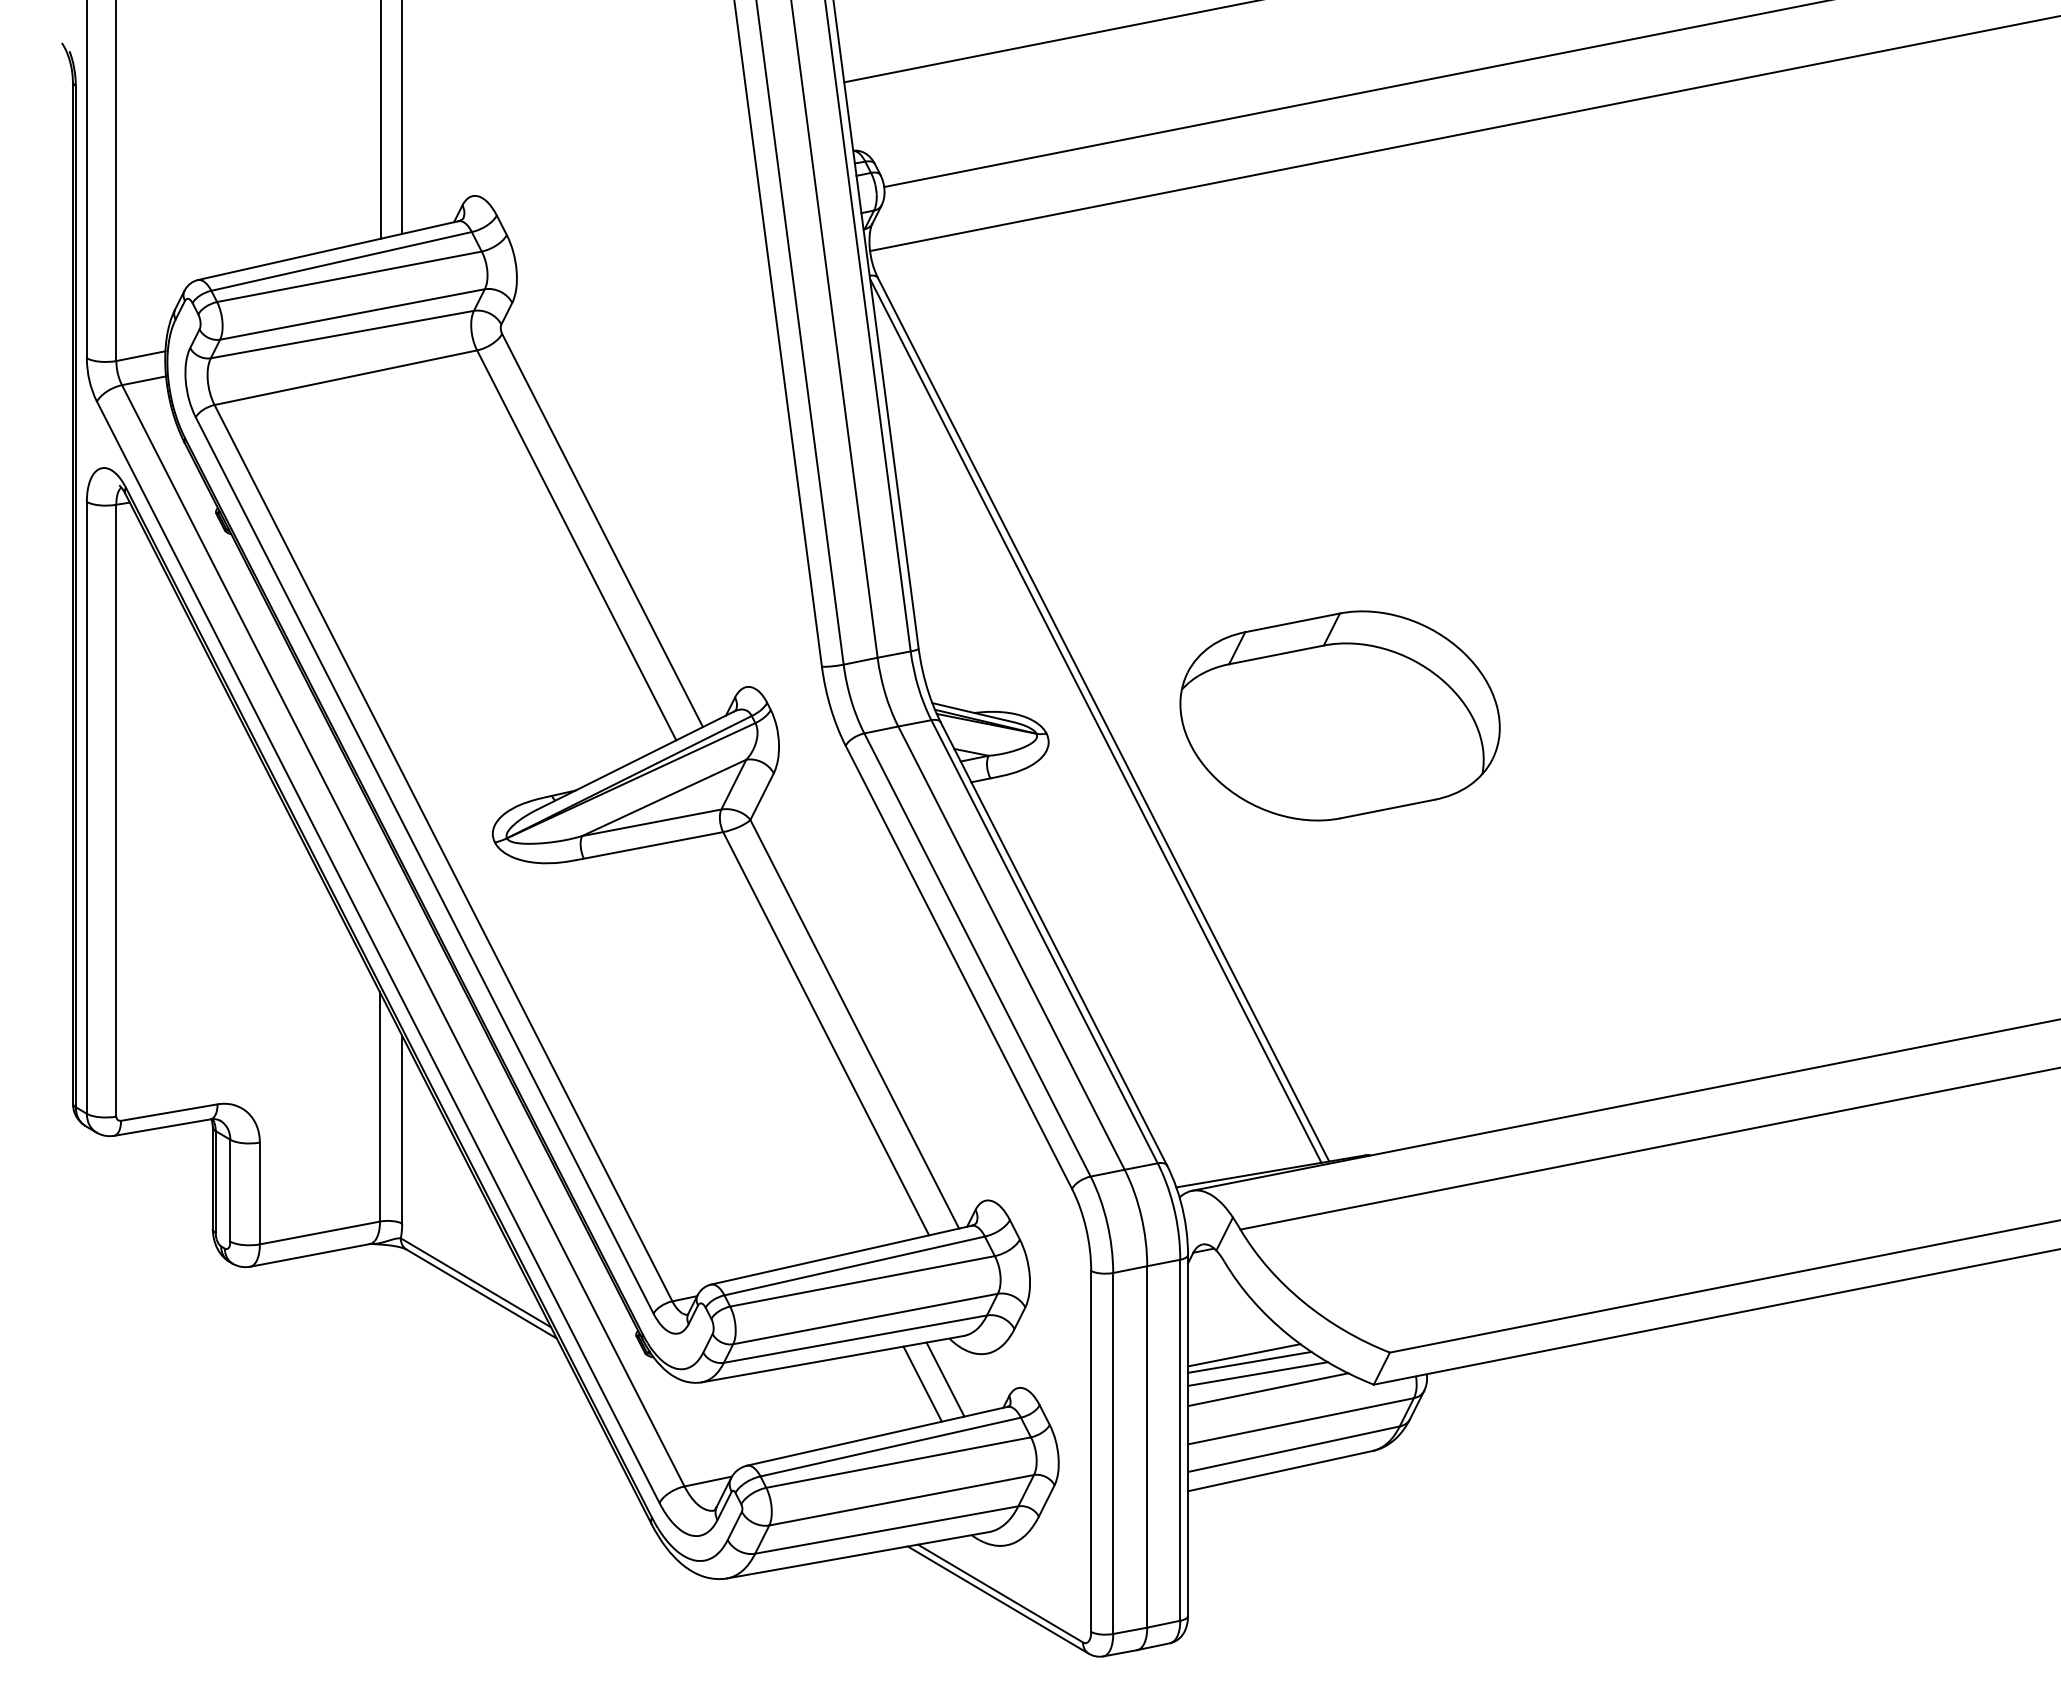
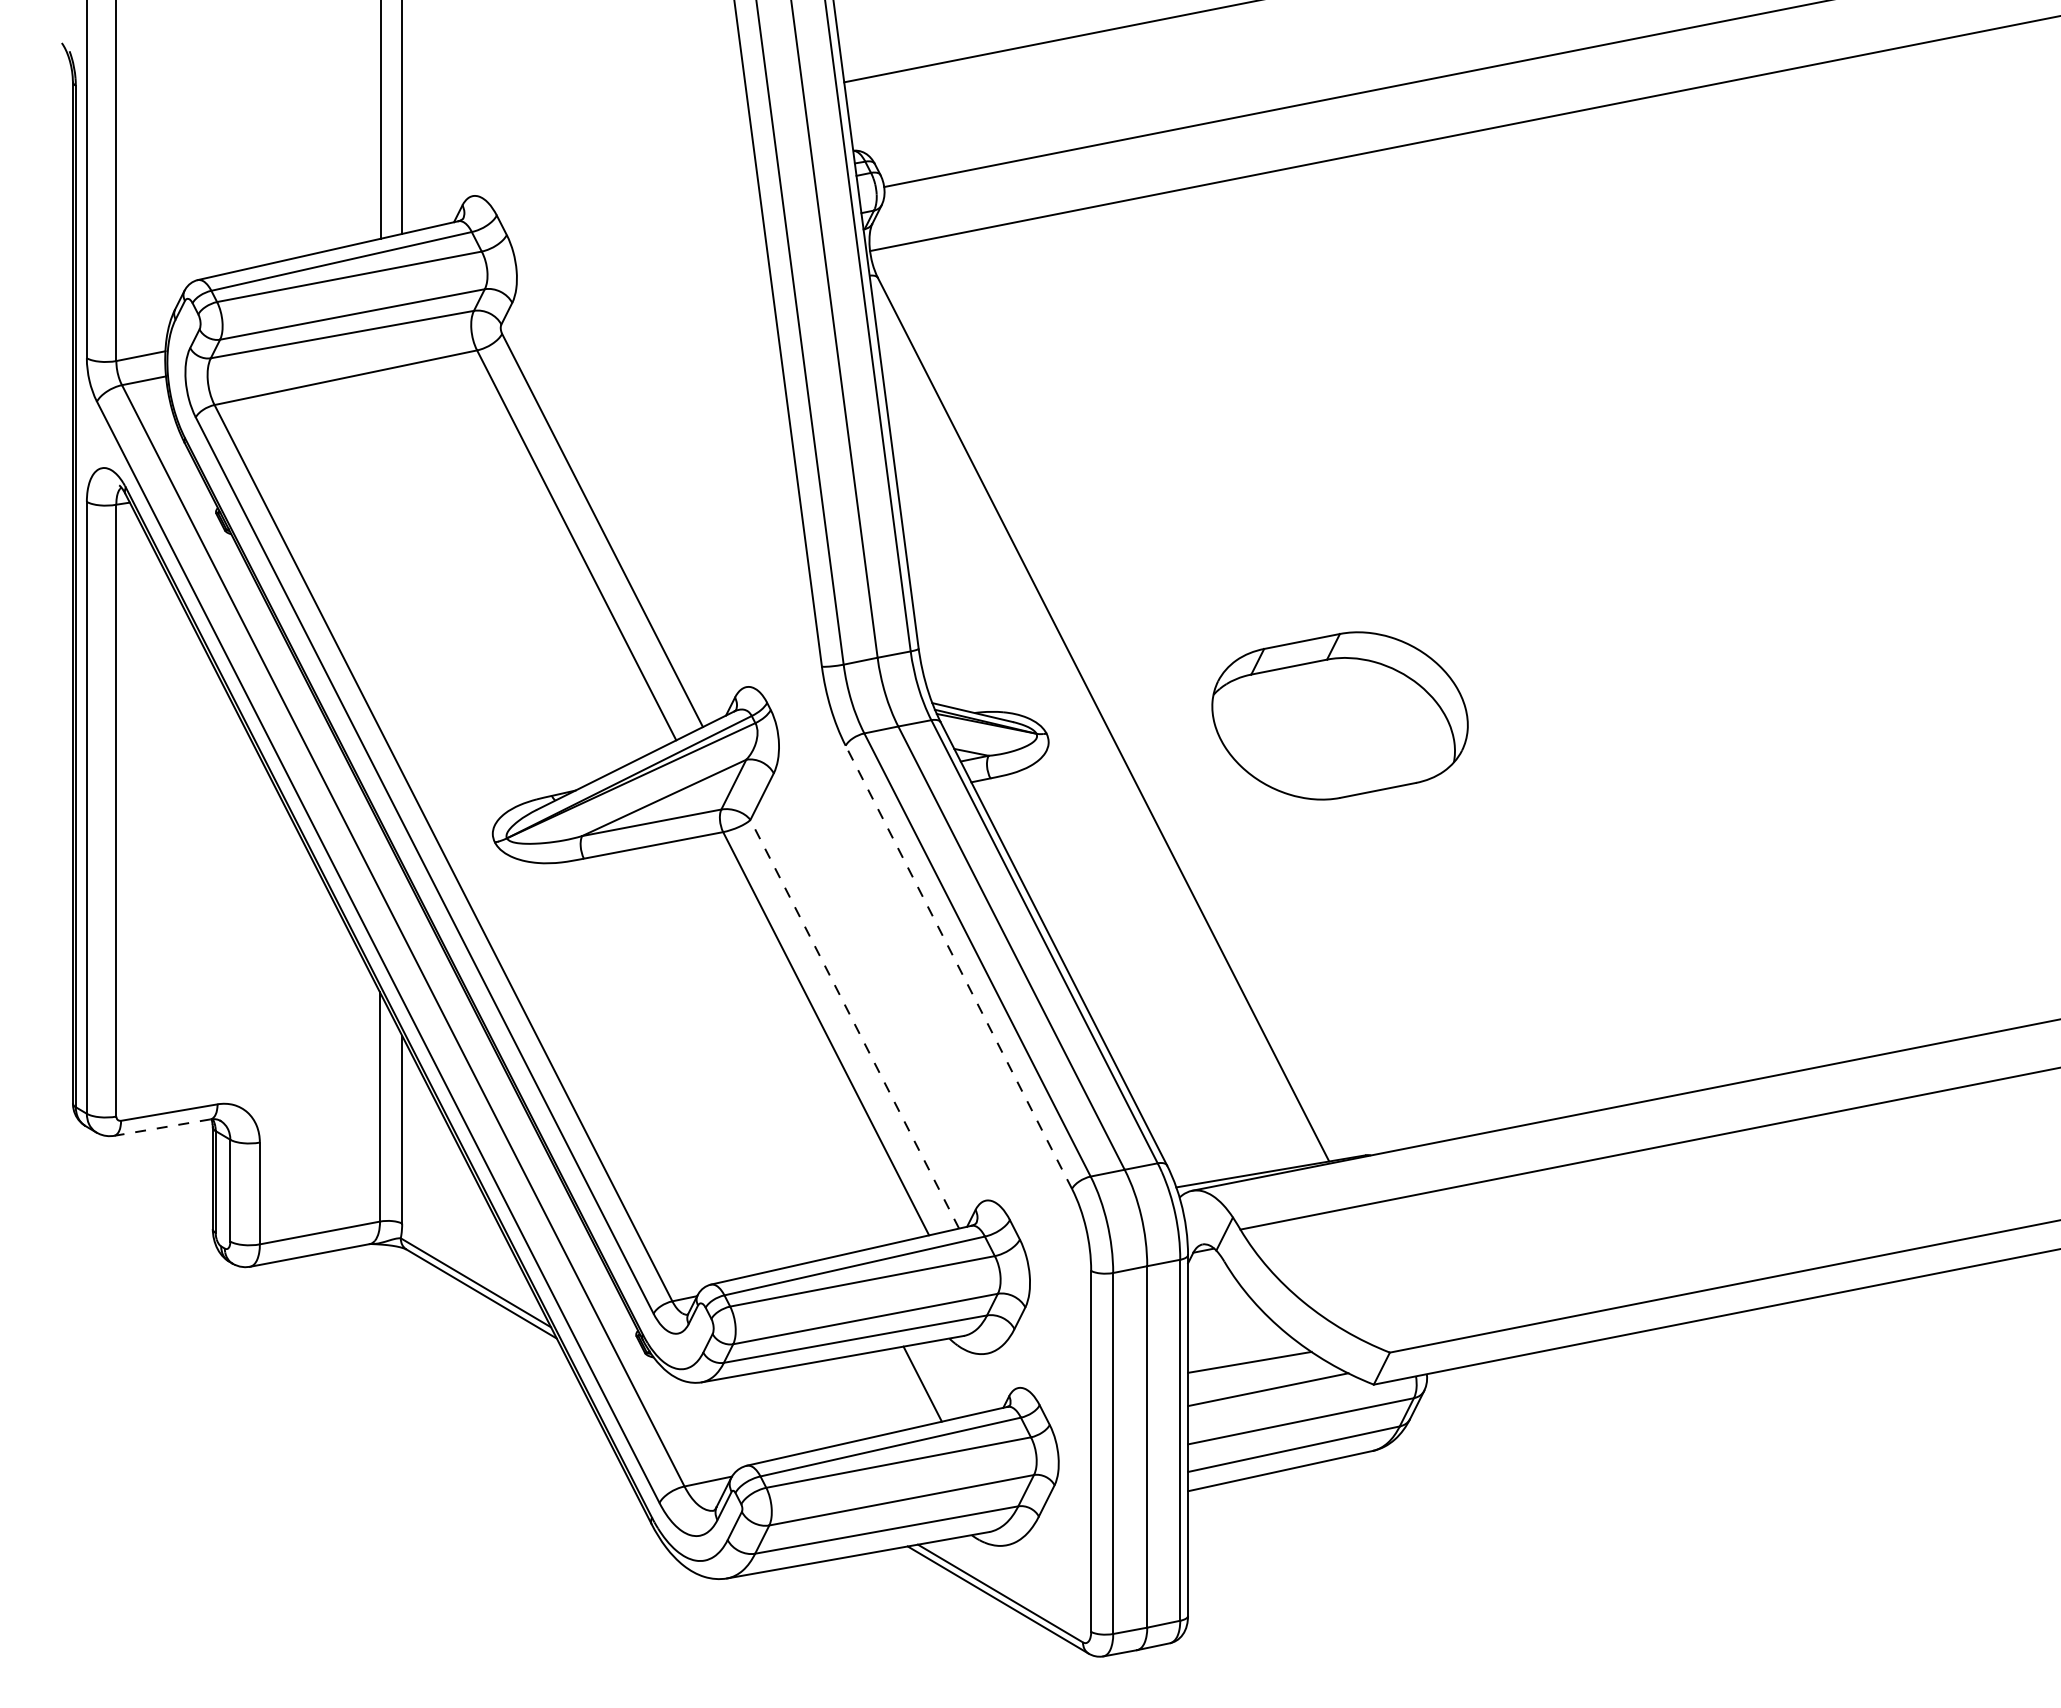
part at (1339, 715) size: 322x212 px -> 258x170 px
line at (1095, 720): present -> none
line at (958, 967): solid -> dashed
line at (854, 1023): solid -> dashed
line at (162, 1127): solid -> dashed
line at (1244, 1355): present -> none
line at (1258, 1373): present -> none
line at (945, 1379): present -> none
